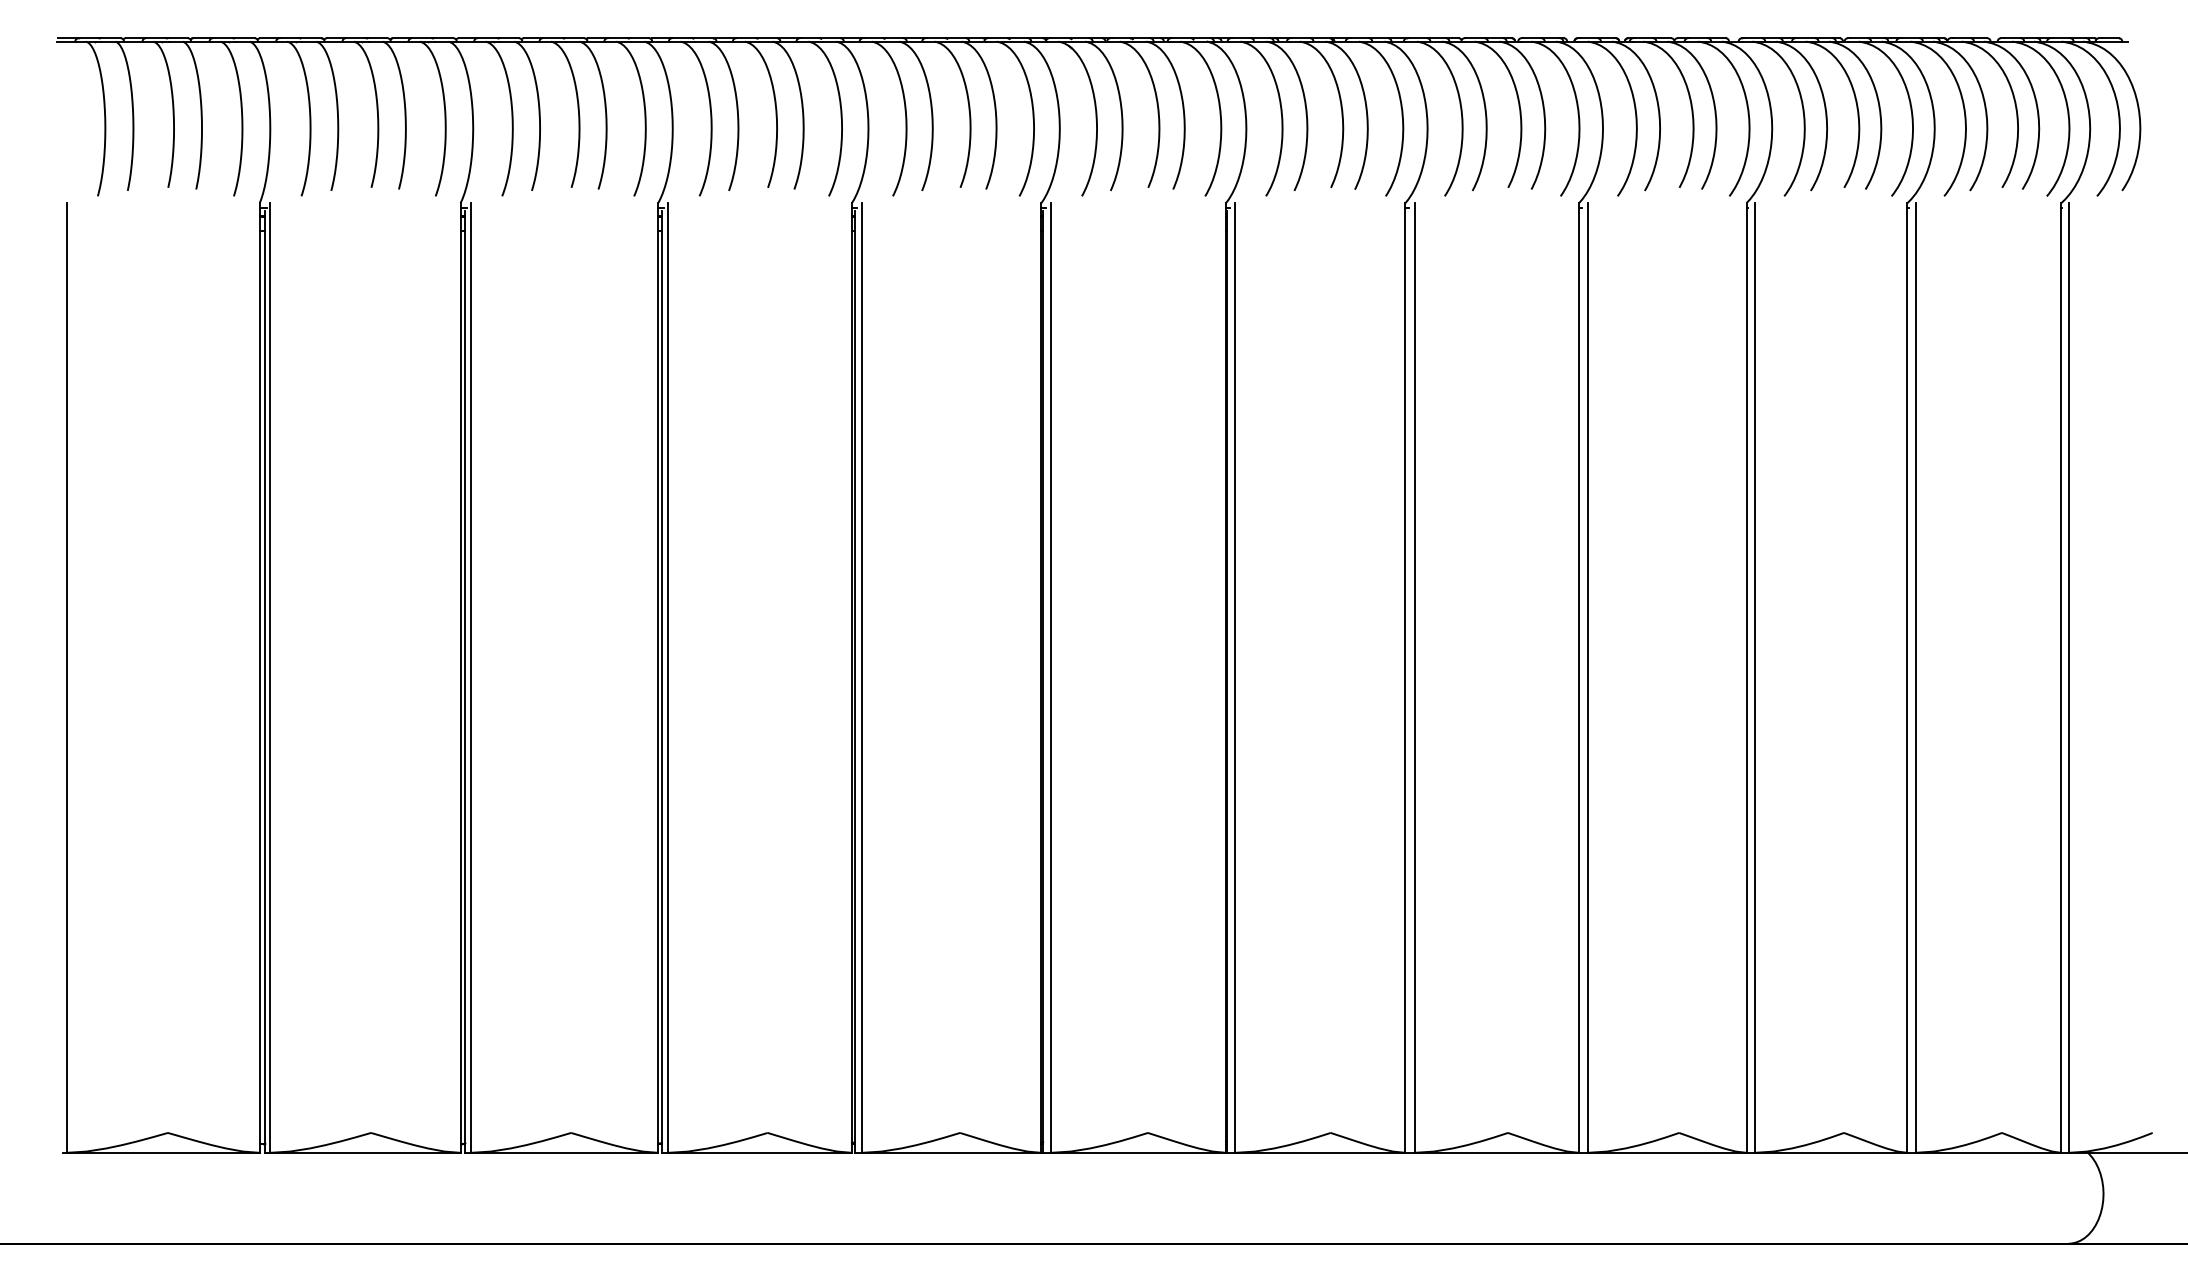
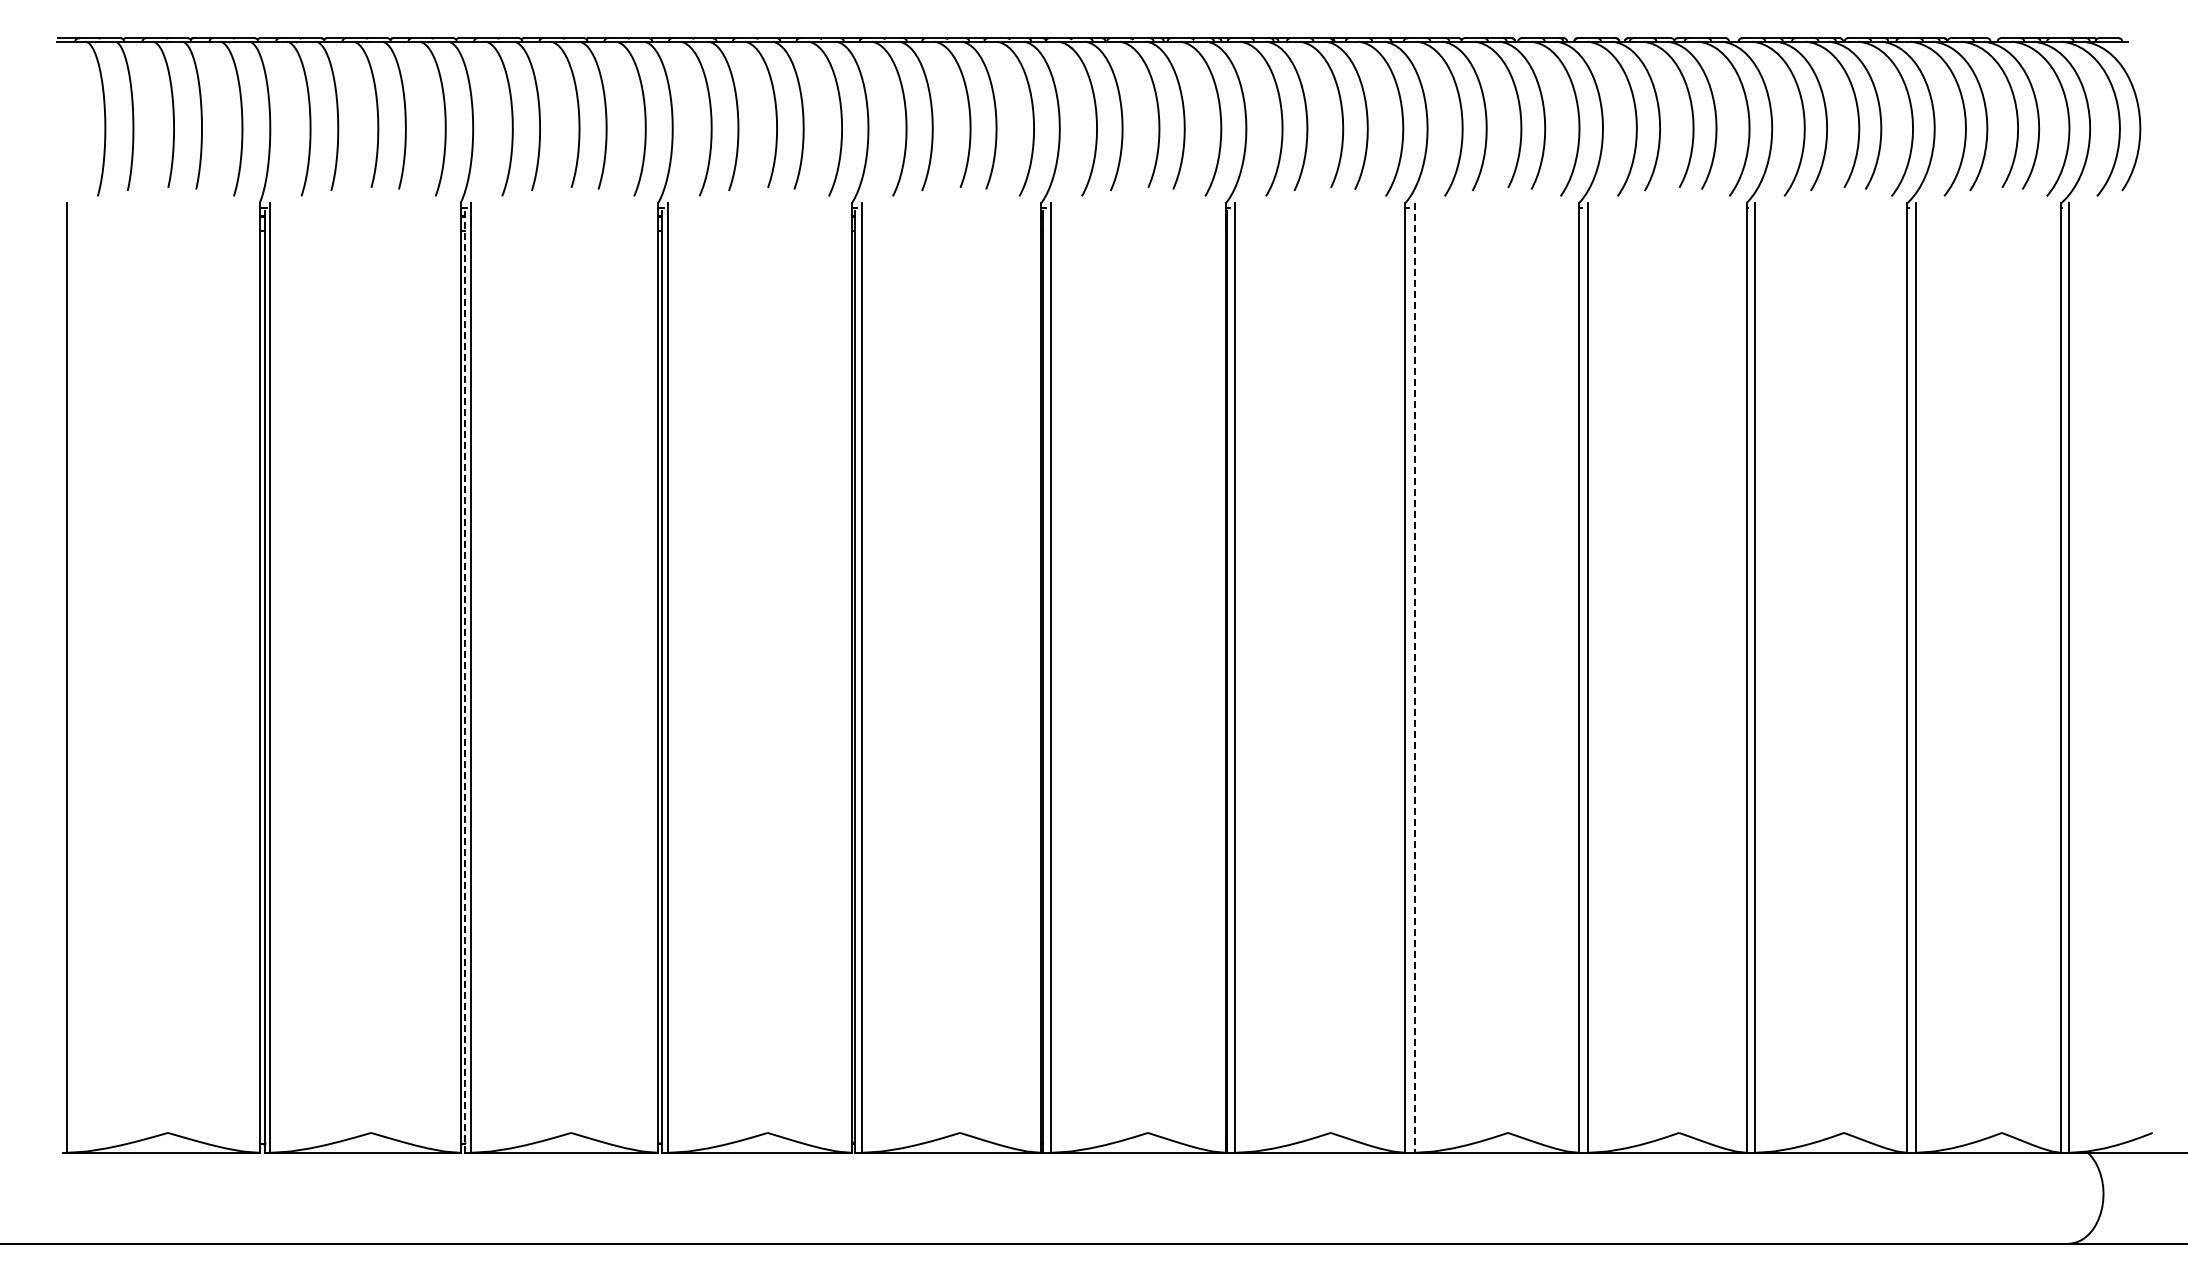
line at (1414, 677): solid -> dashed
line at (465, 681): solid -> dashed
